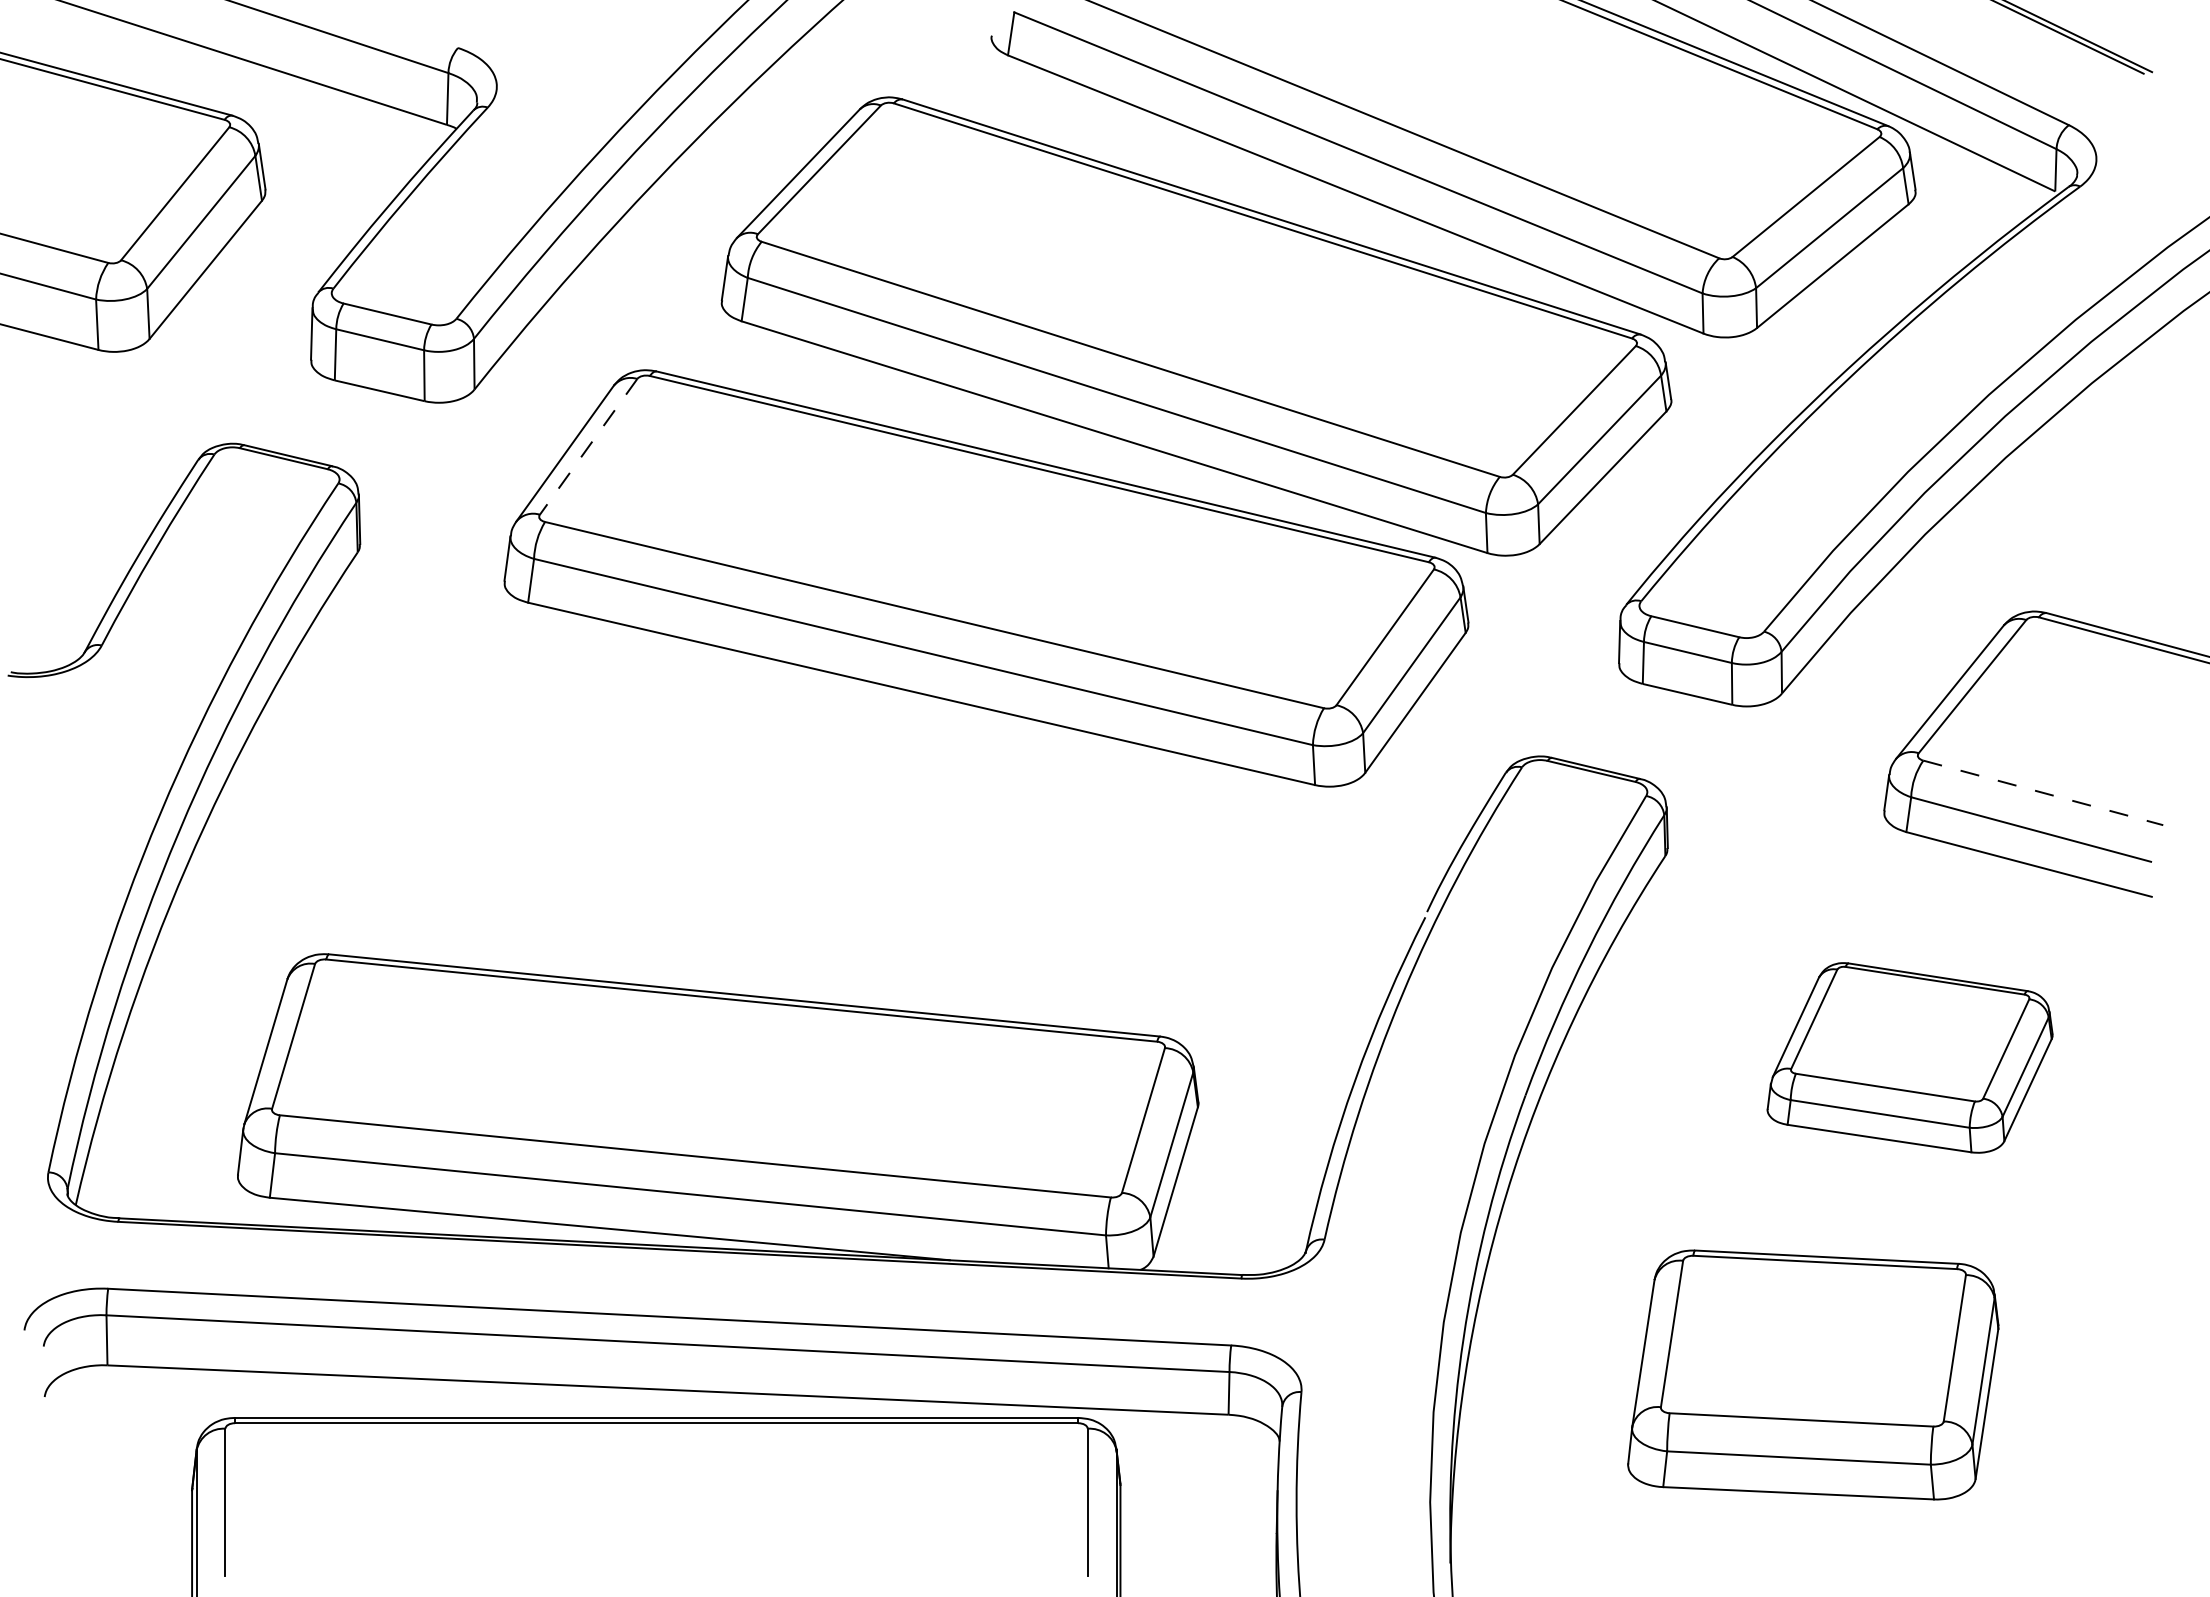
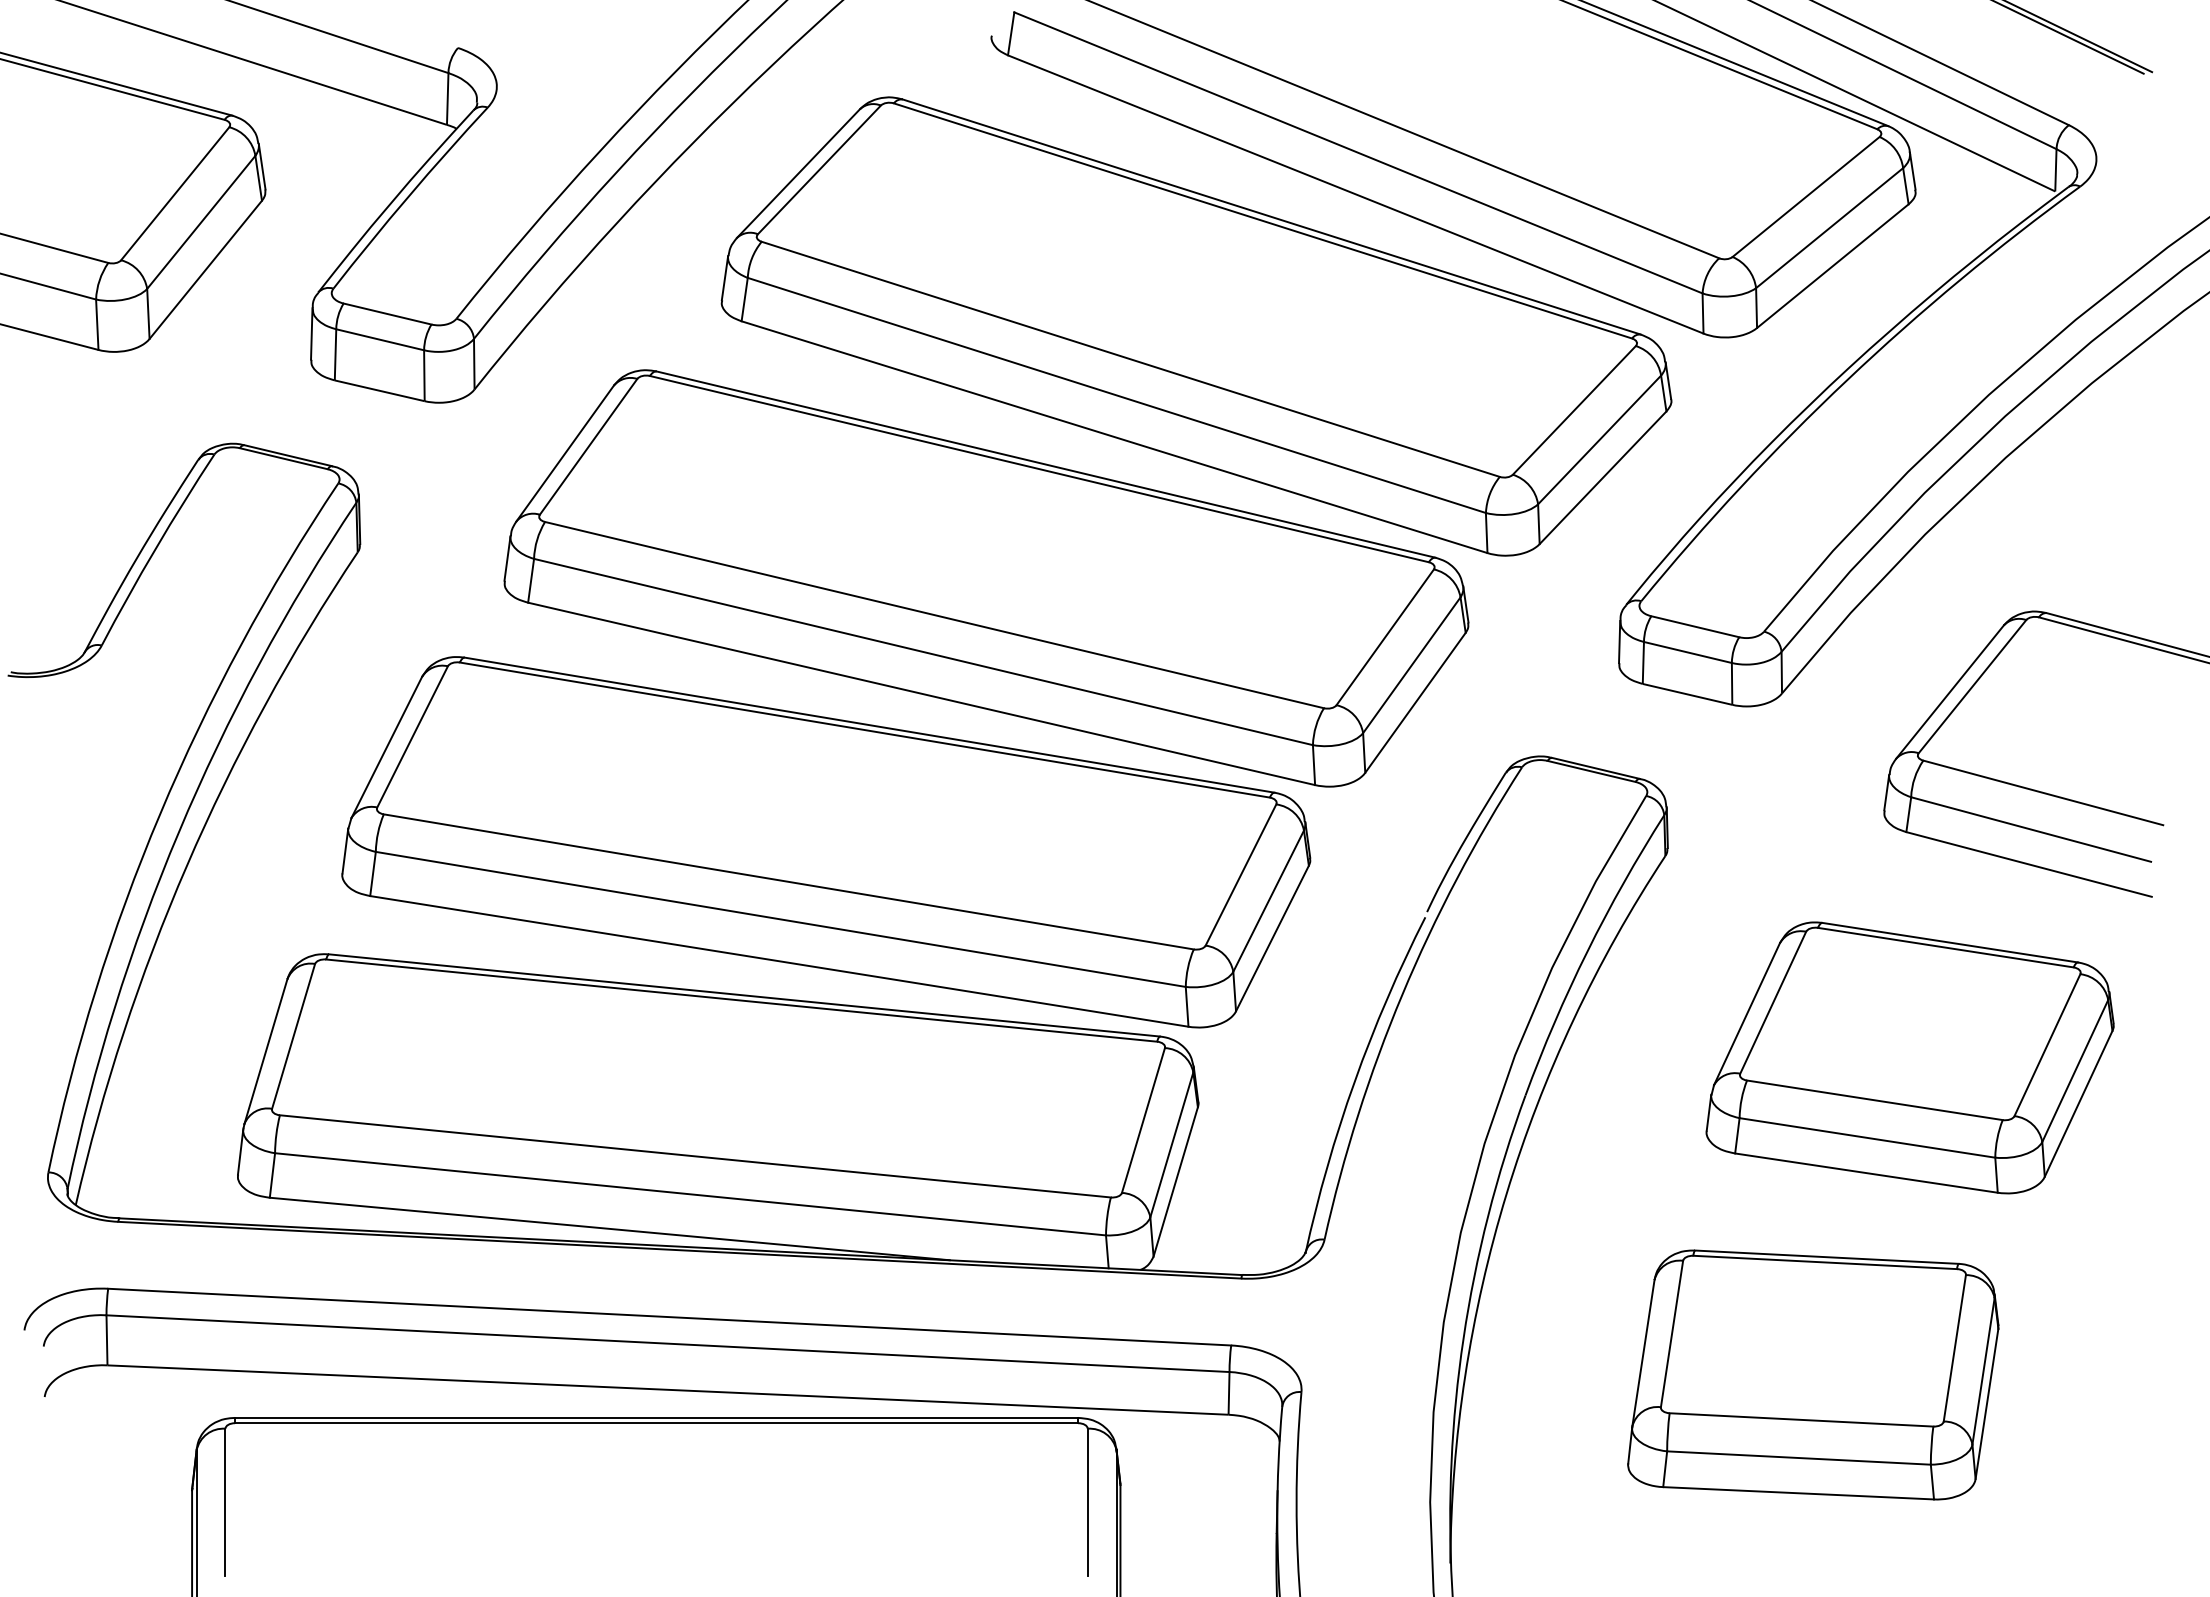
line at (588, 446): dashed -> solid
line at (2043, 793): dashed -> solid
part at (826, 842): none -> present
part at (1909, 1057) size: 288x192 px -> 410x274 px
